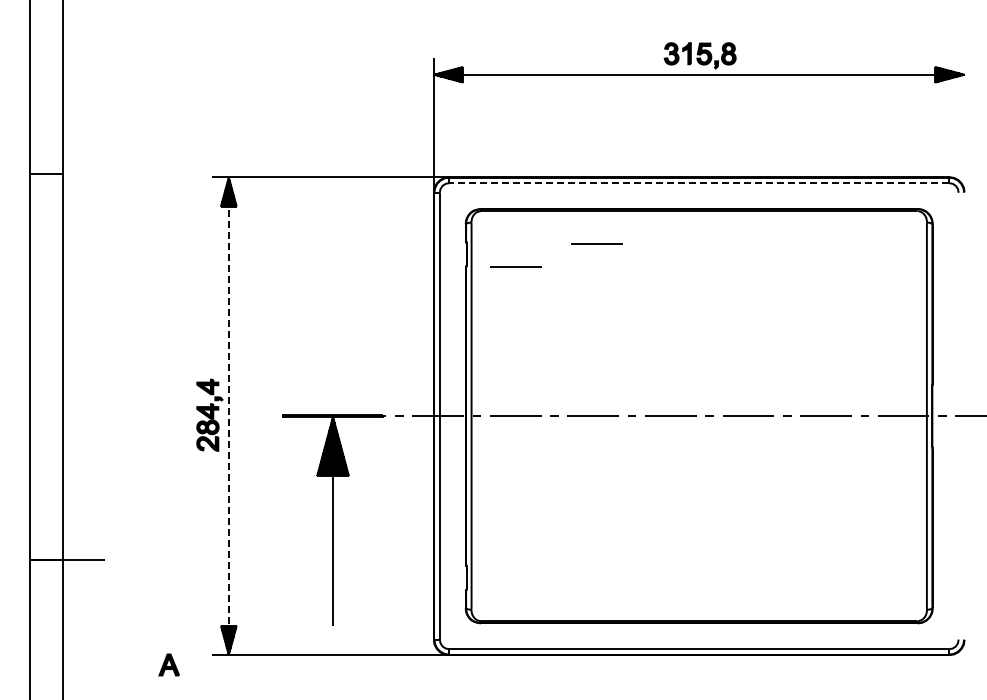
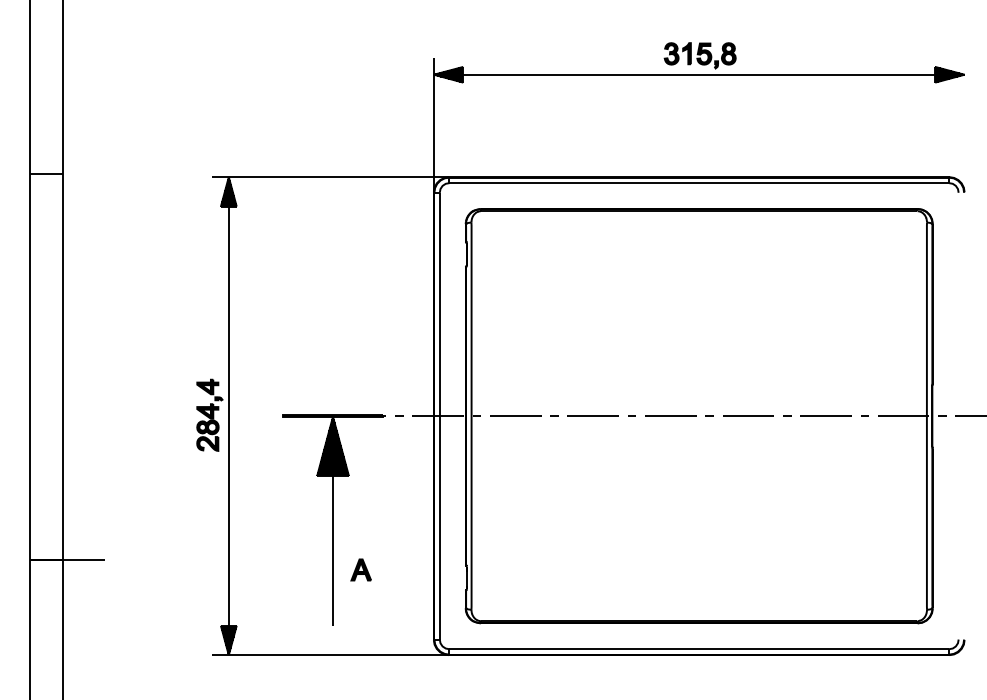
line at (699, 183): dashed -> solid
line at (596, 243): present -> none
line at (515, 266): present -> none
line at (228, 416): dashed -> solid
part at (168, 664) position: (168, 664) -> (360, 569)
